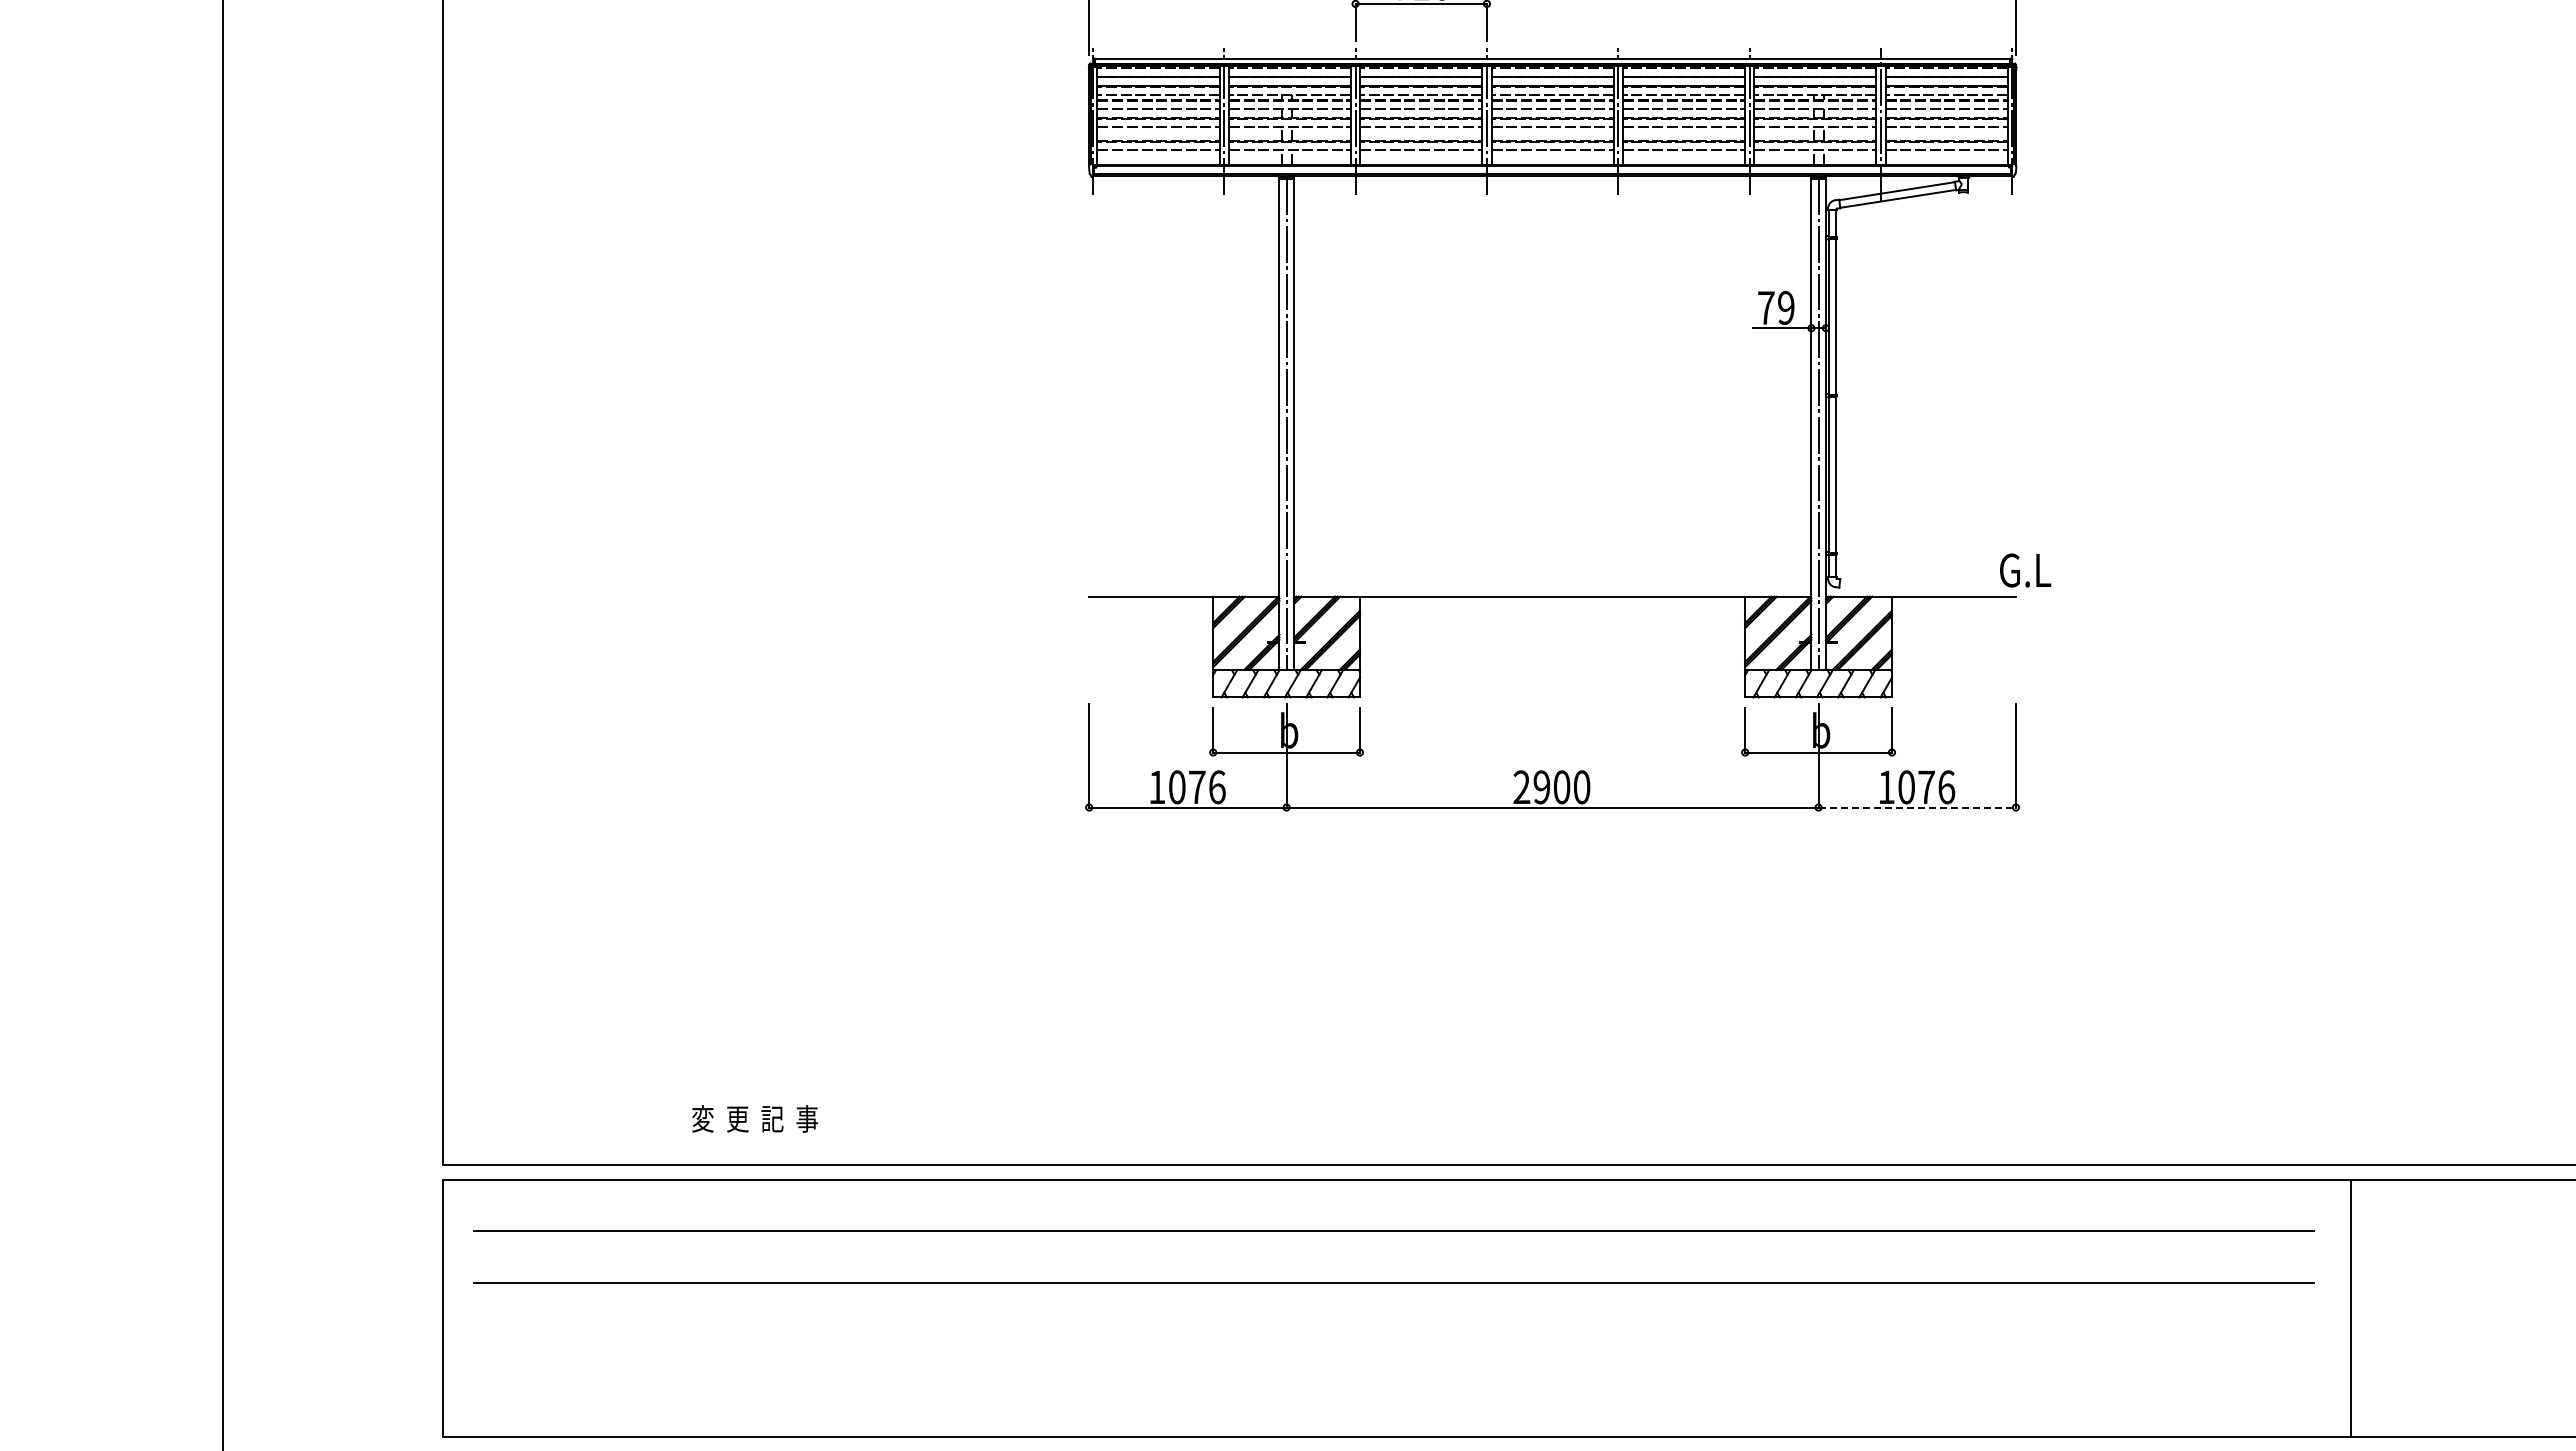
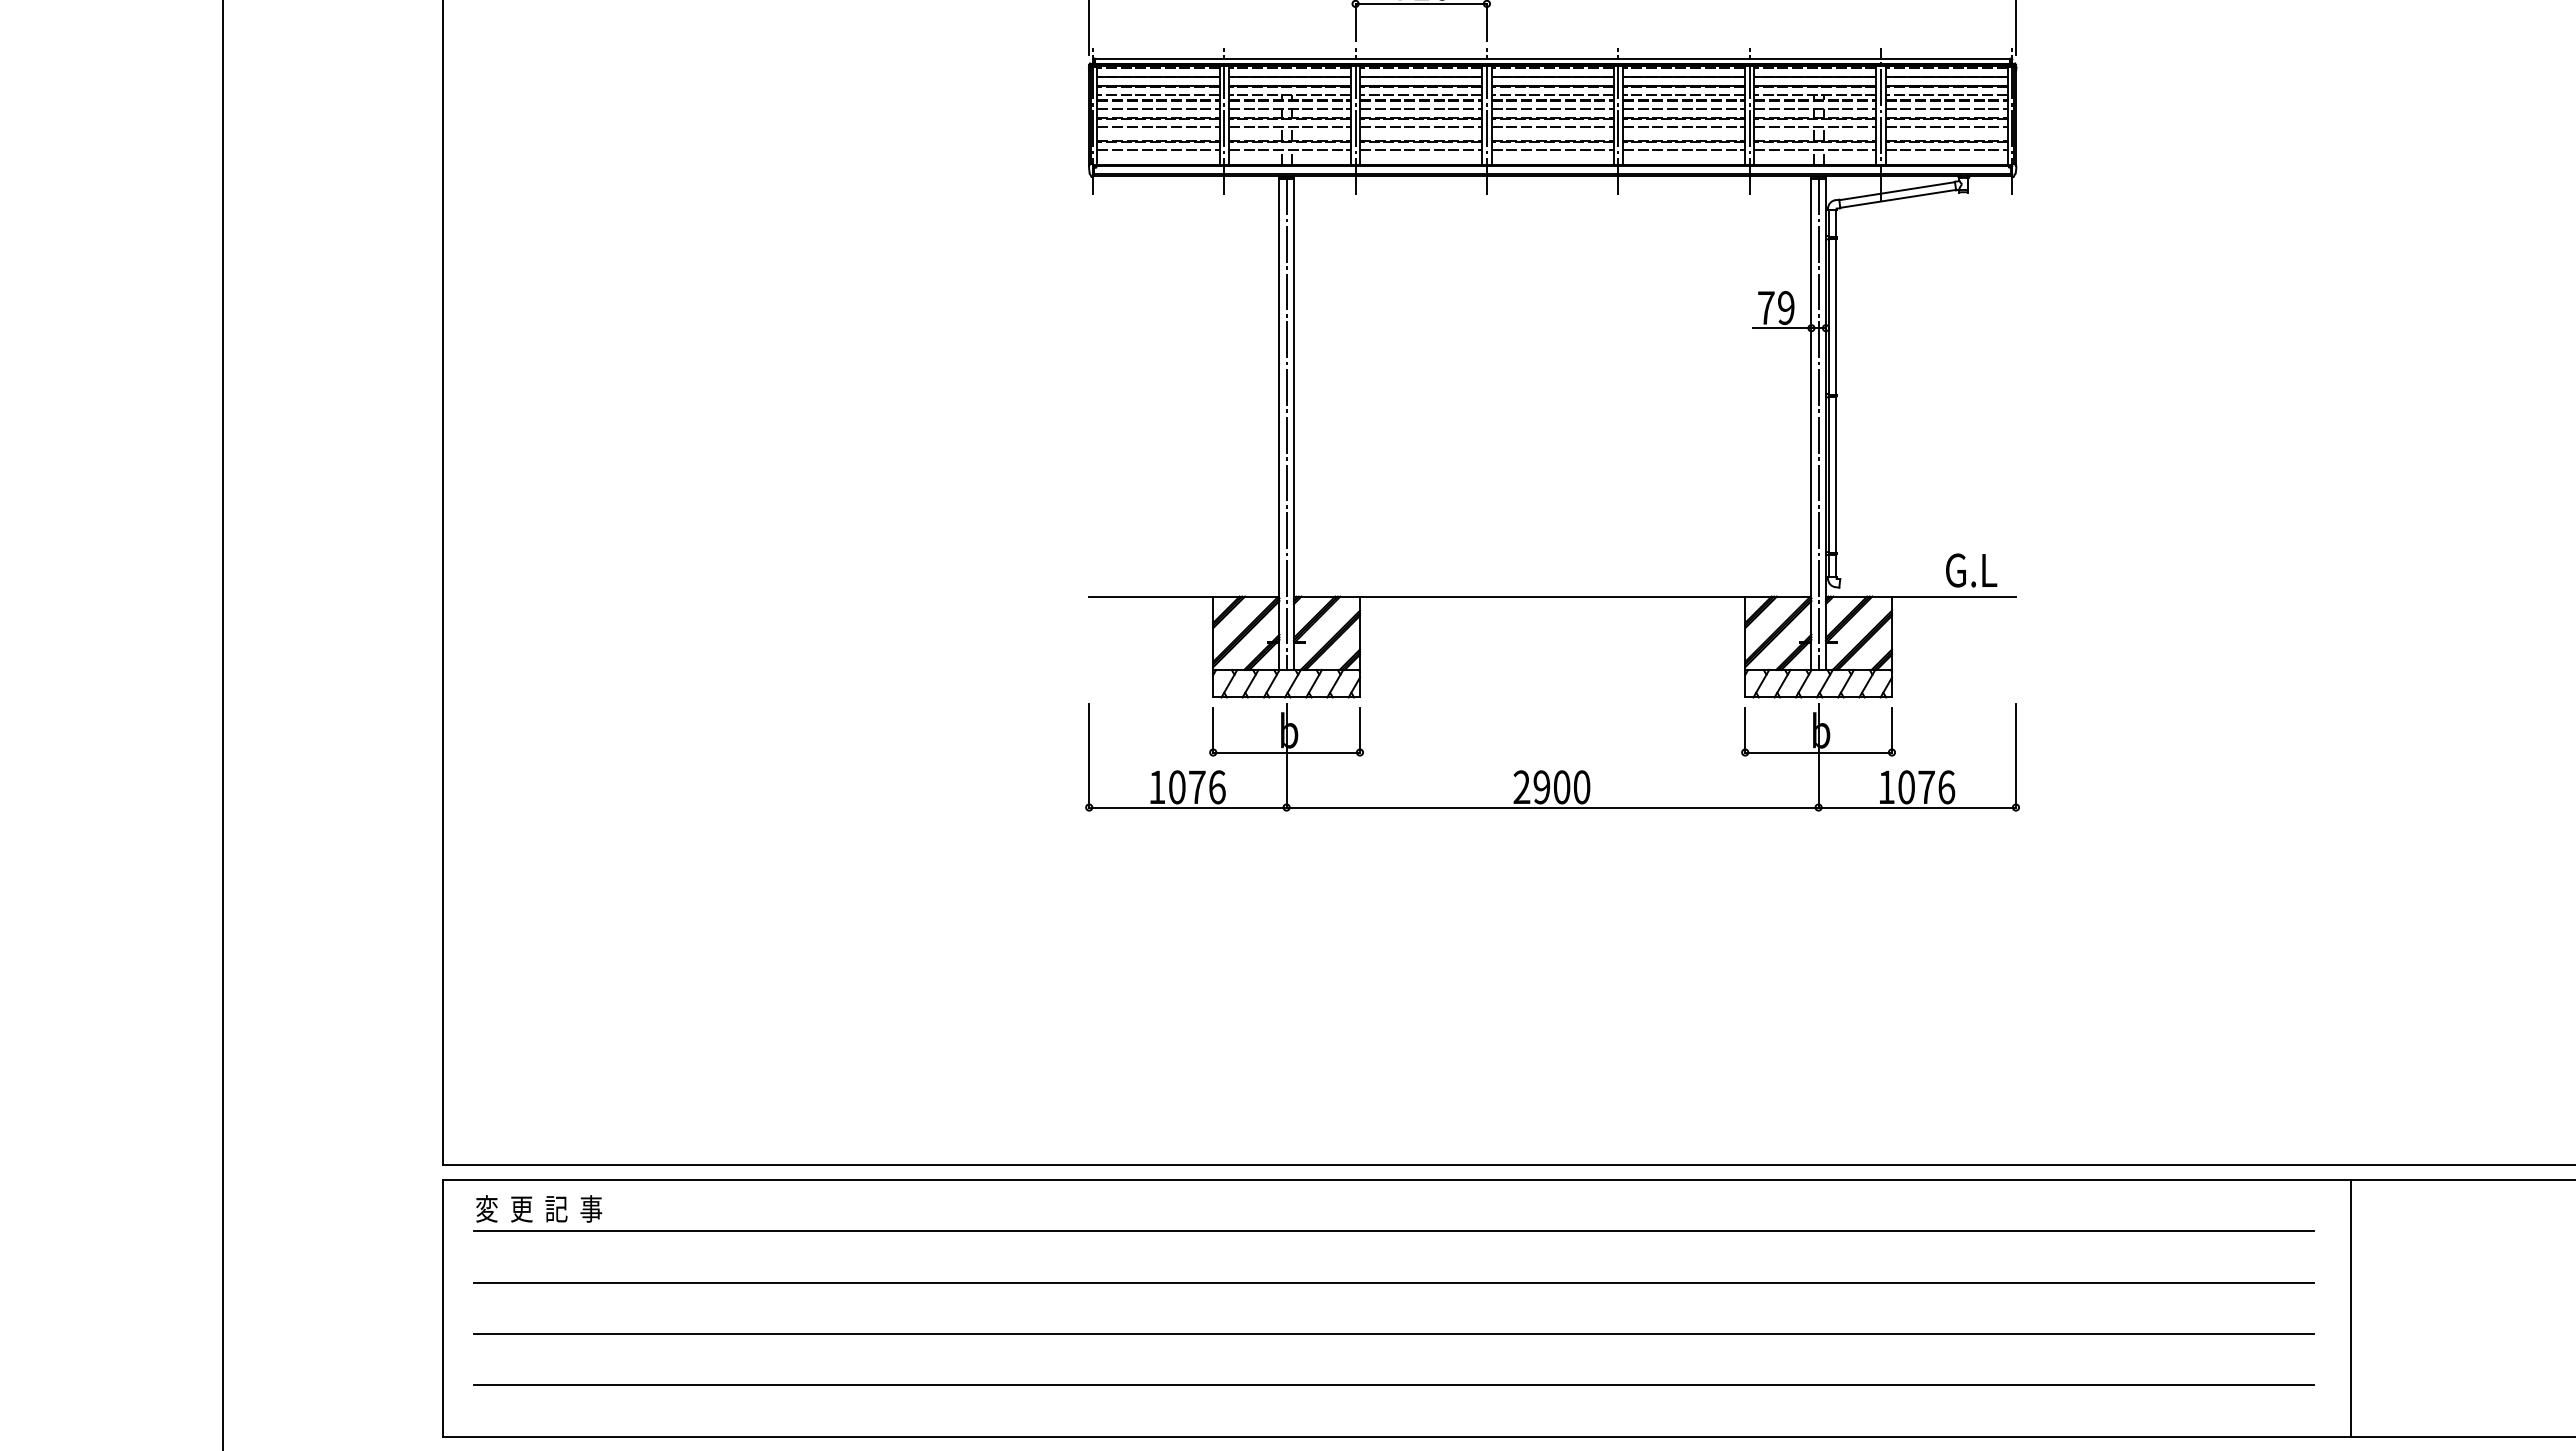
text at (2025, 570) position: (2025, 570) -> (1971, 570)
line at (1917, 807): dashed -> solid
text at (755, 1118) position: (755, 1118) -> (539, 1208)
line at (1393, 1334): none -> present
line at (1393, 1385): none -> present
